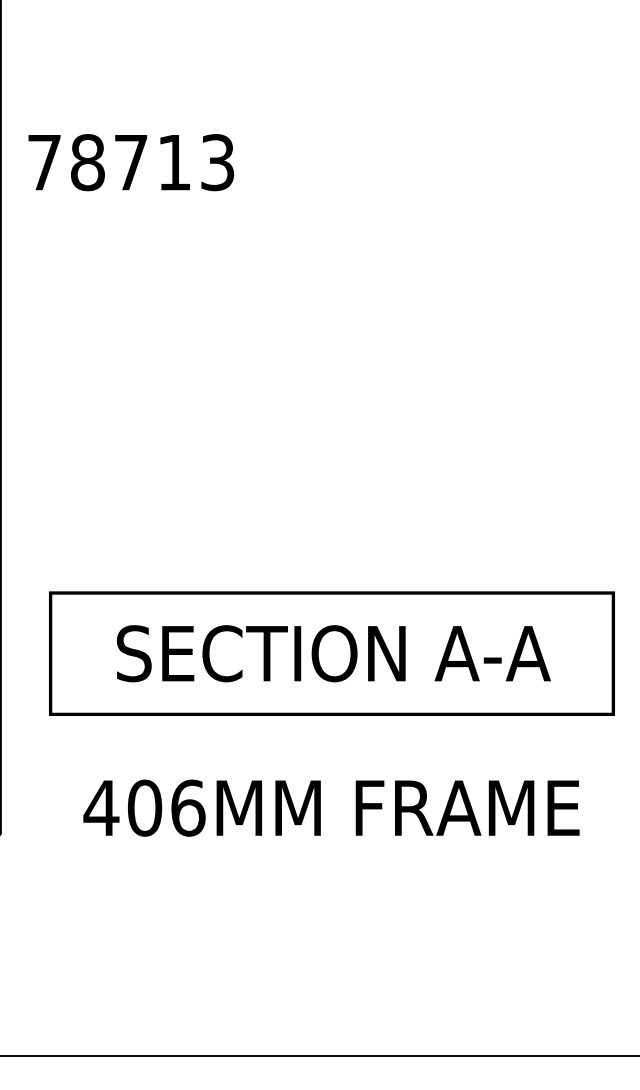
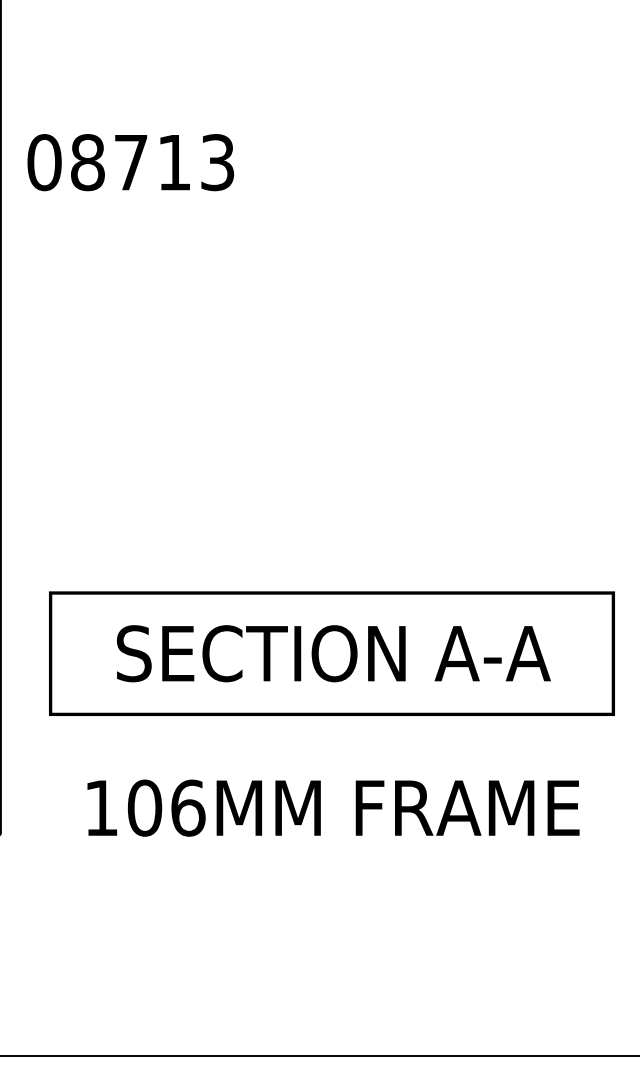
text at (44, 162): 78713 -> 08713
text at (101, 807): 406MM -> 106MM
